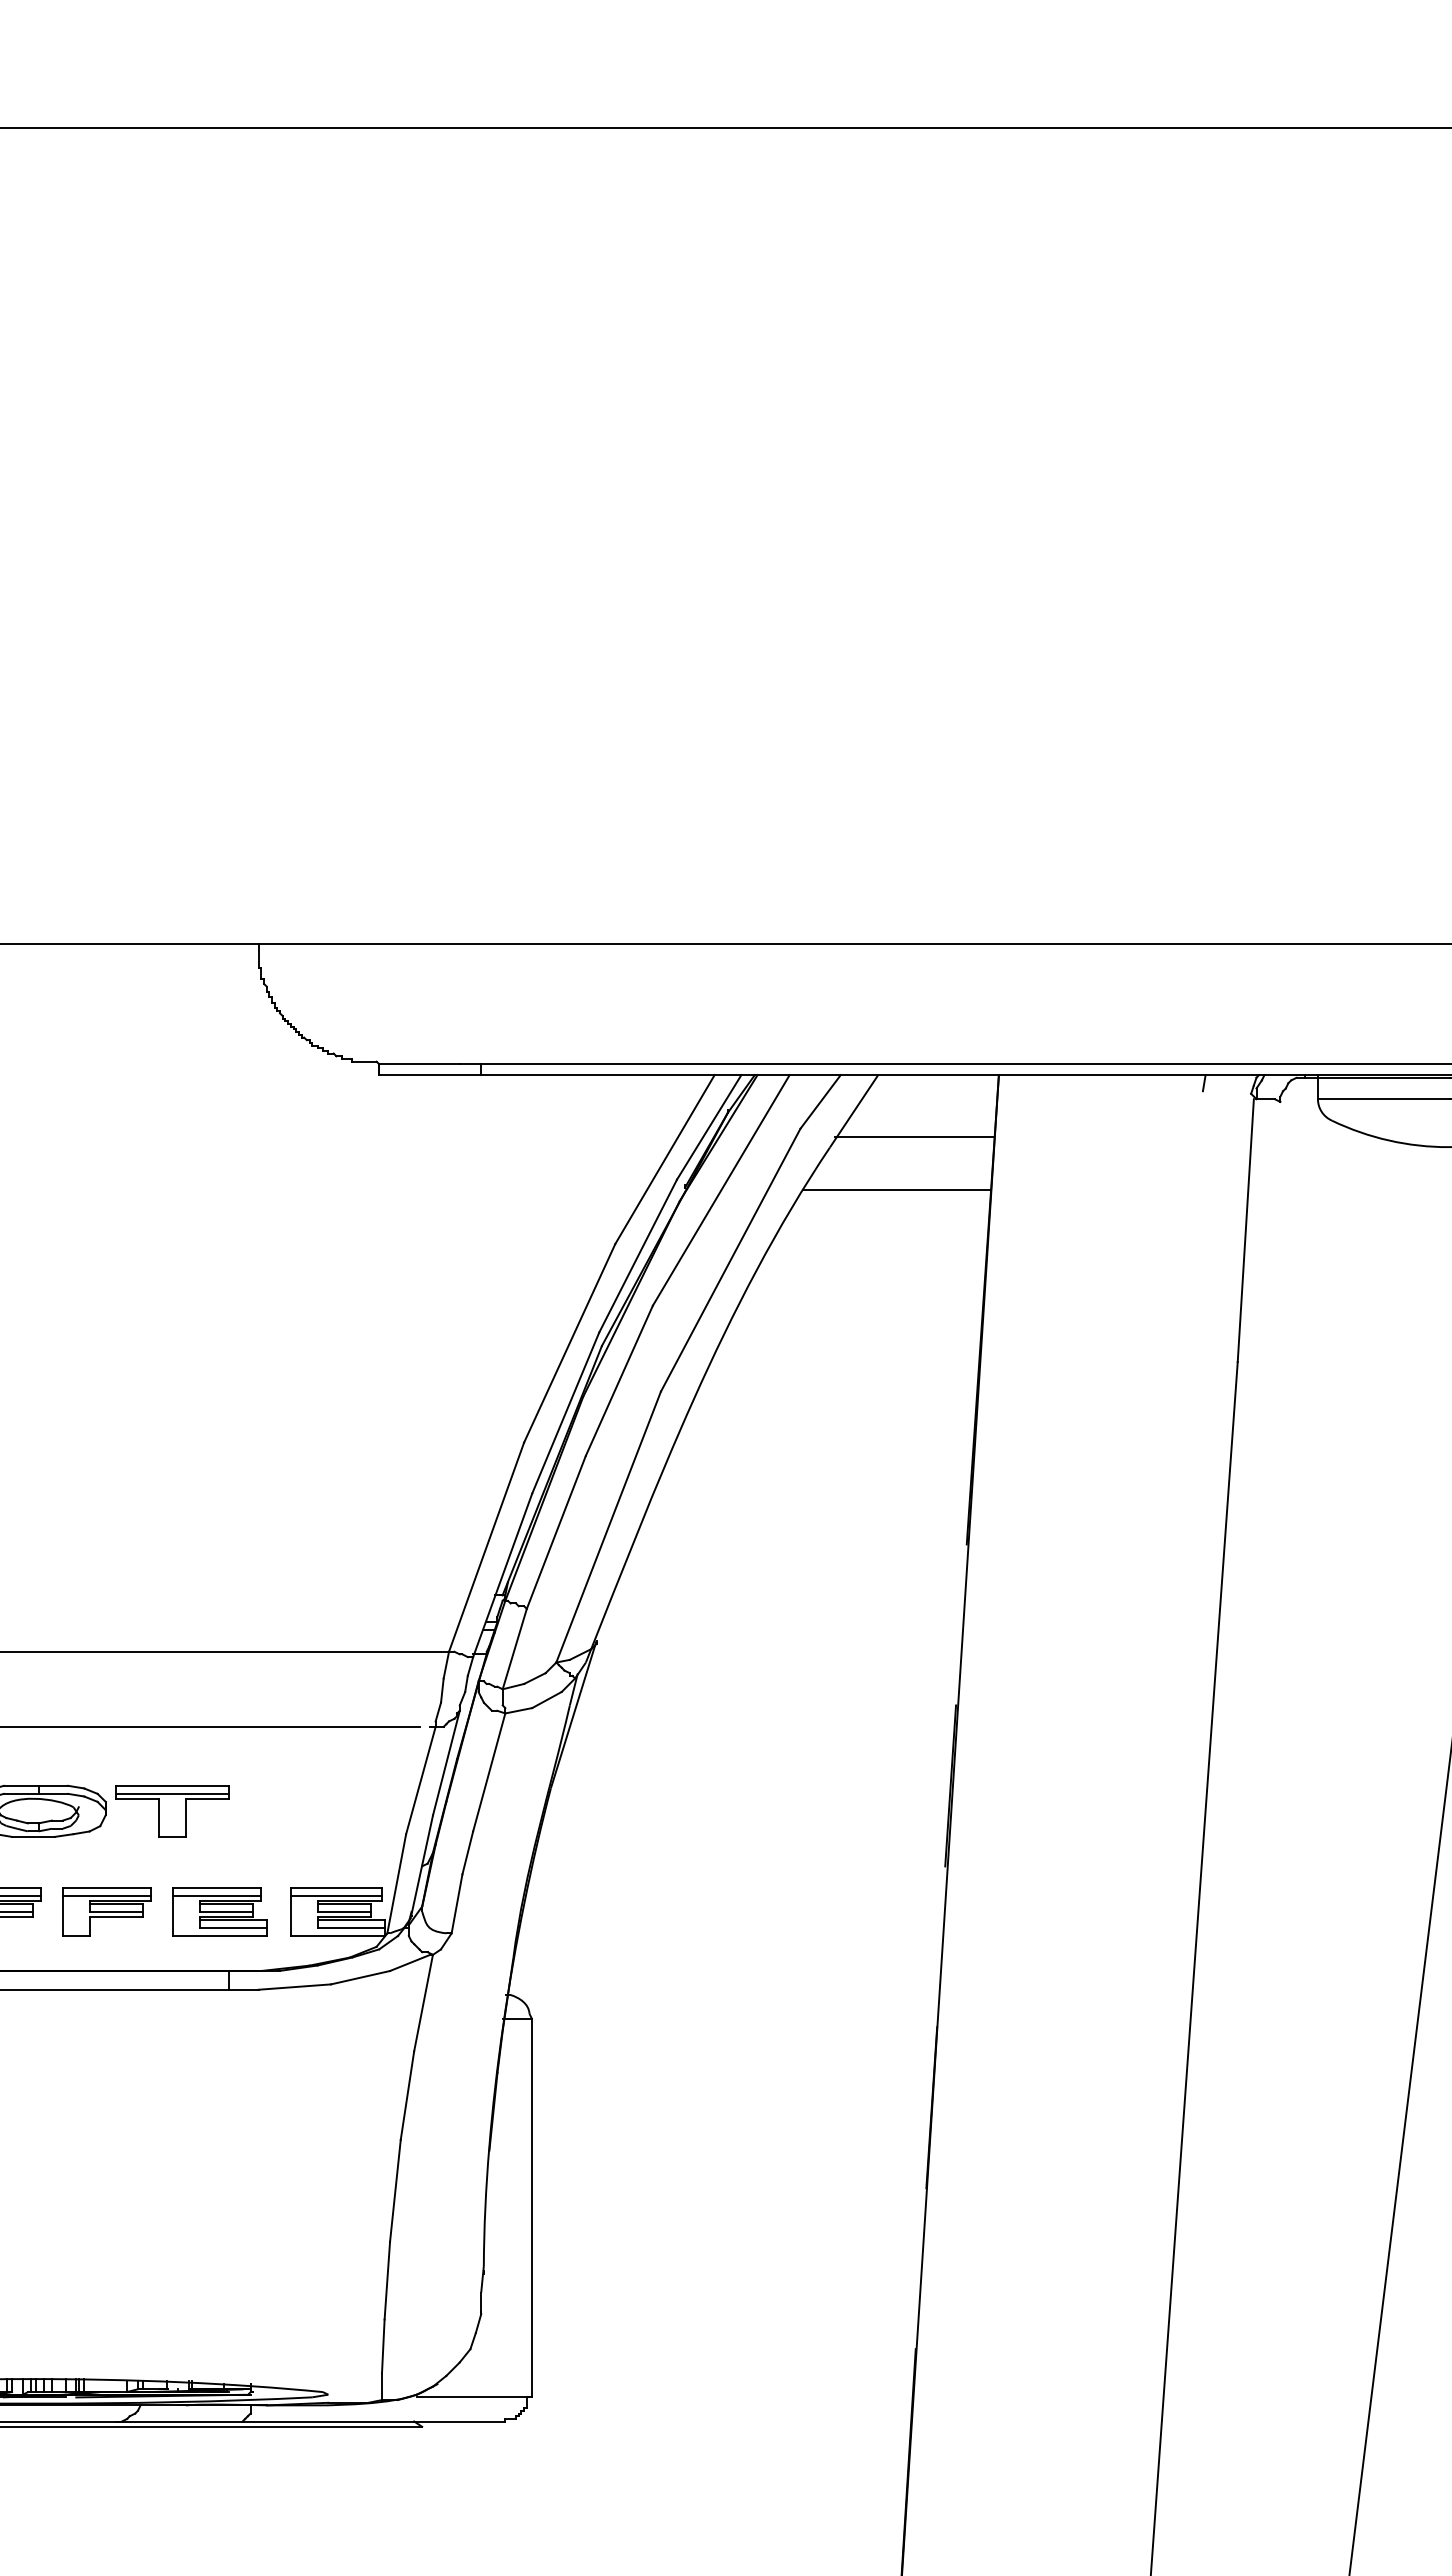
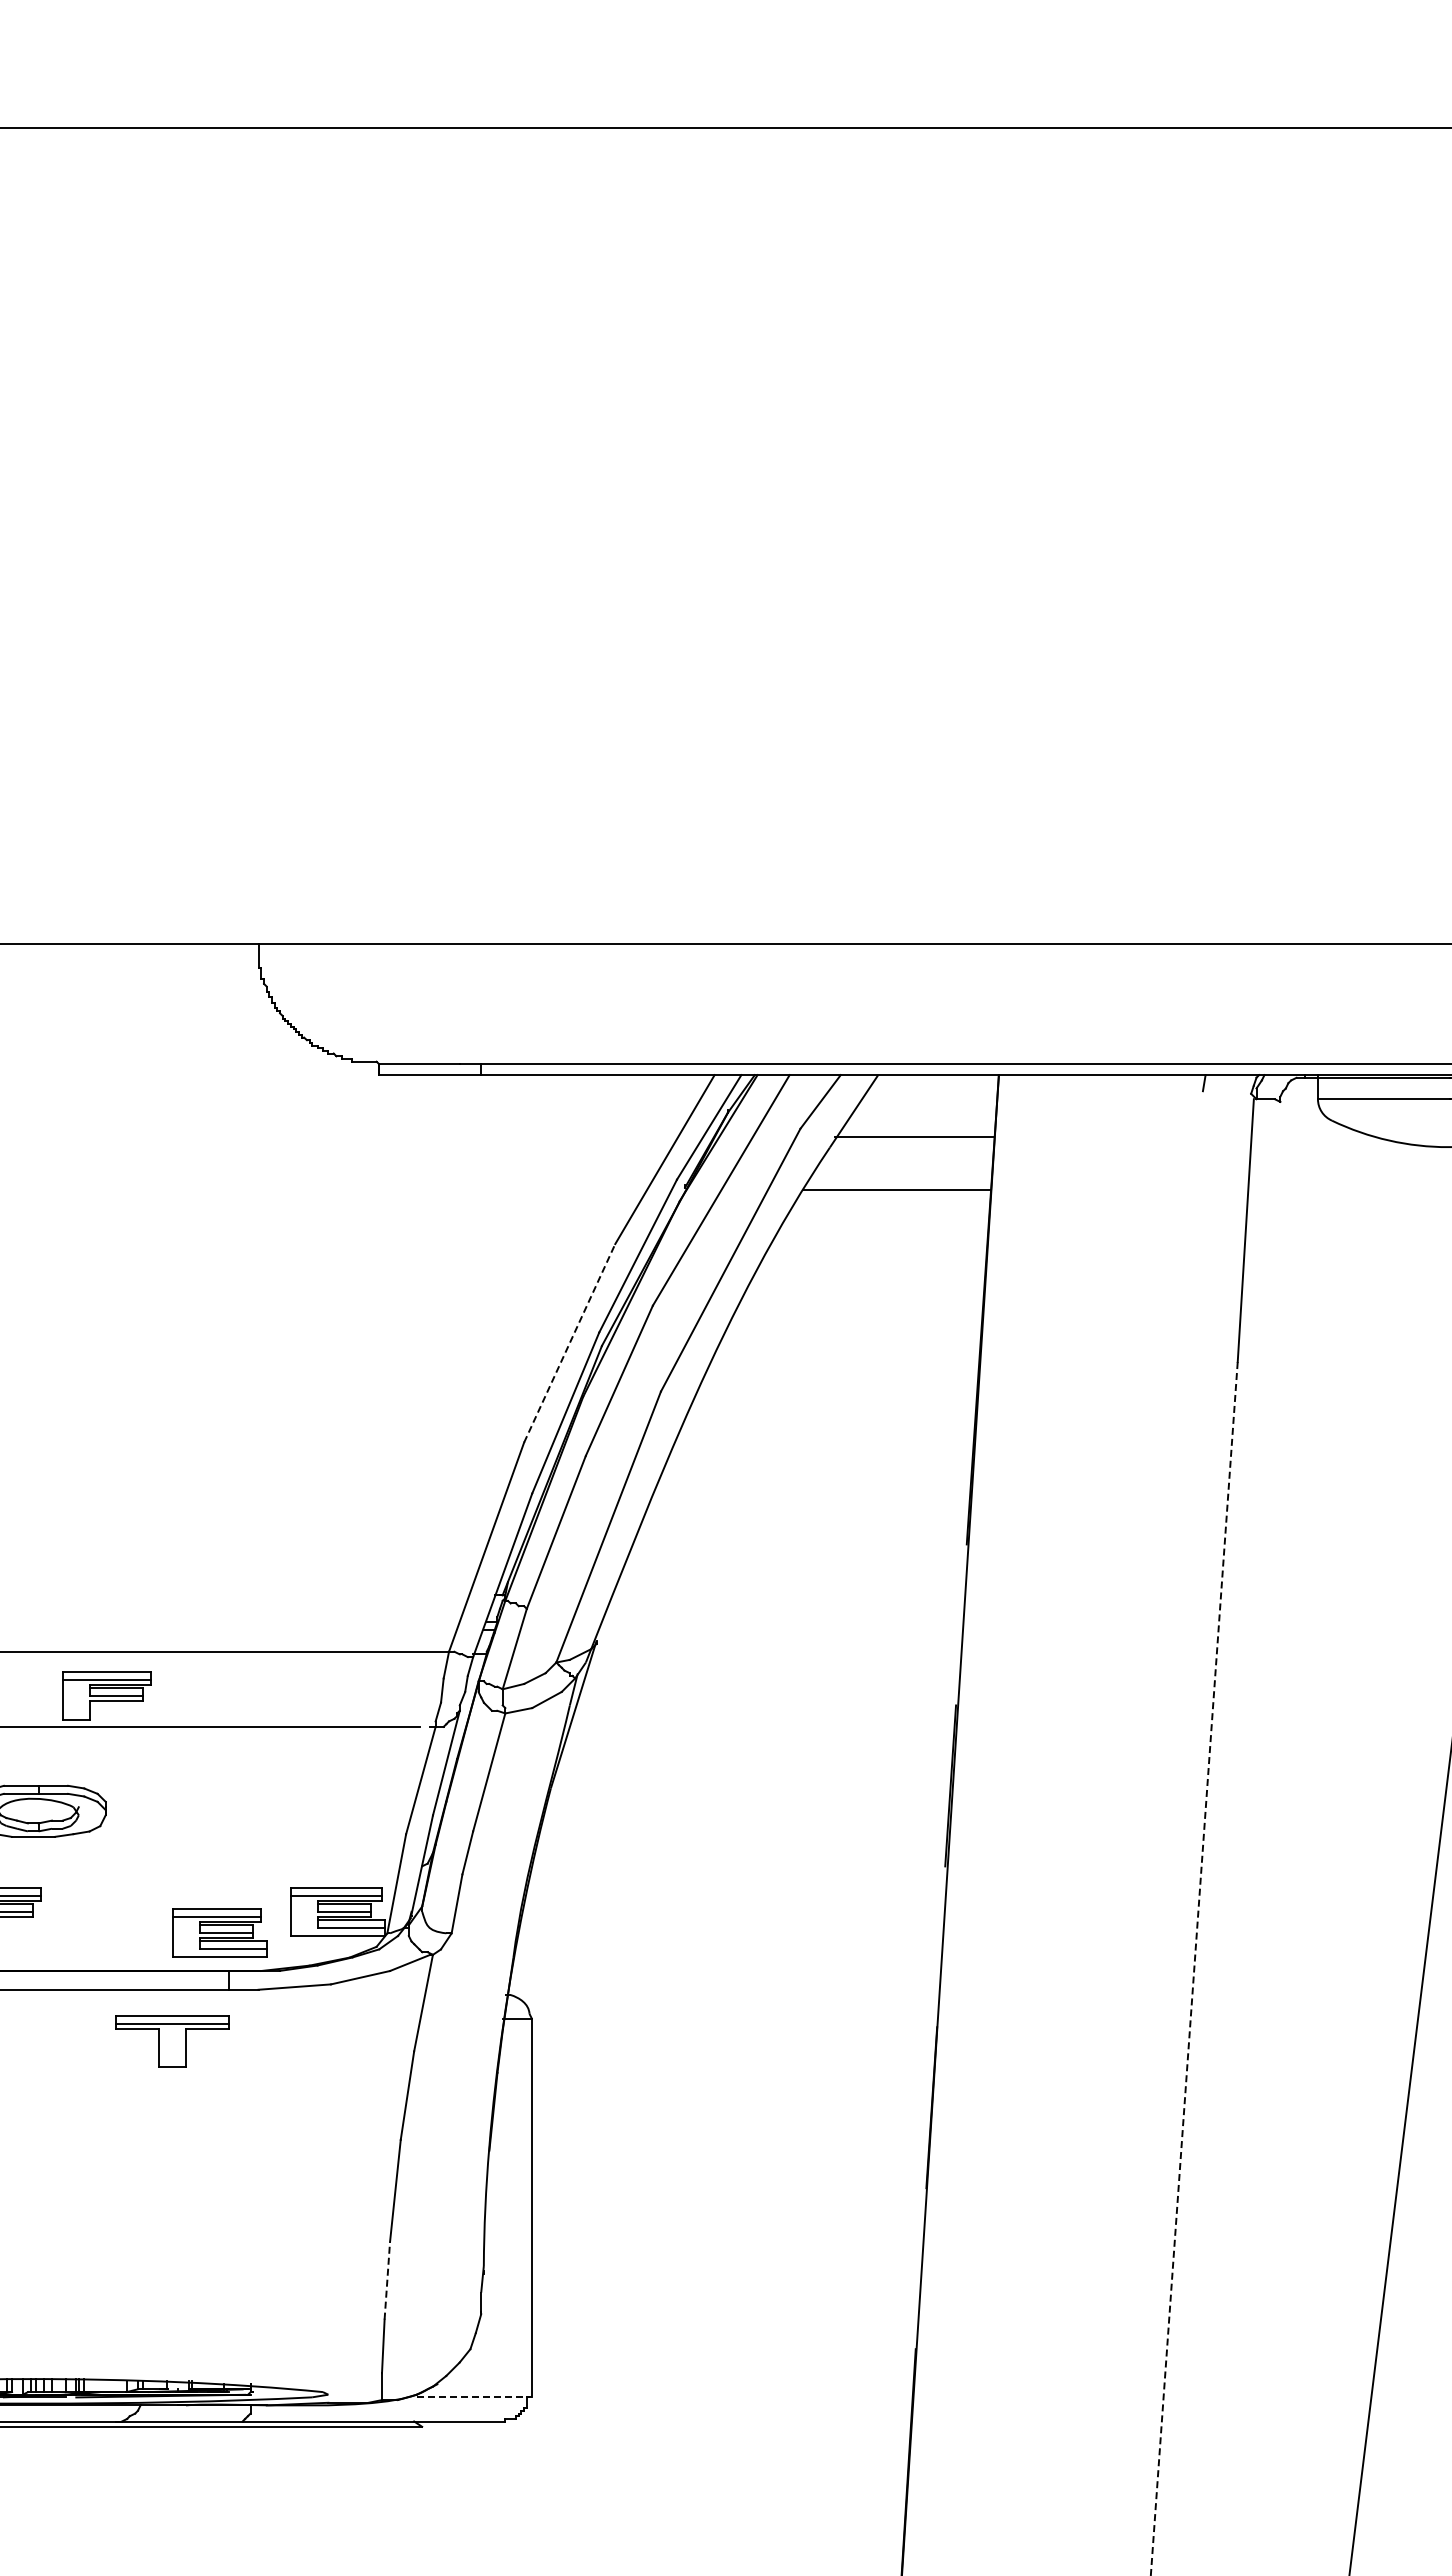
line at (569, 1342): solid -> dashed
part at (172, 1811) position: (172, 1811) -> (172, 2041)
part at (106, 1911) position: (106, 1911) -> (106, 1695)
part at (219, 1911) position: (219, 1911) -> (219, 1932)
line at (1194, 1969): solid -> dashed
line at (387, 2280): solid -> dashed
line at (474, 2397): solid -> dashed
